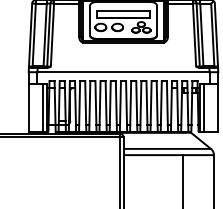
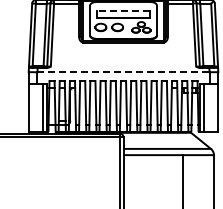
line at (123, 11): solid -> dashed
line at (124, 72): solid -> dashed
